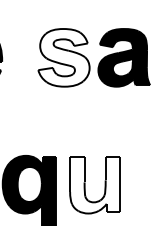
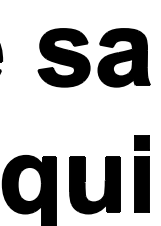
fill at (63, 57): none -> present
part at (141, 173): none -> present
fill at (95, 185): none -> present
